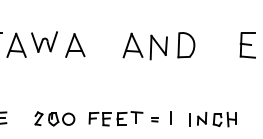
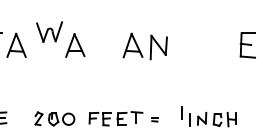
part at (44, 41) position: (44, 41) -> (49, 31)
part at (186, 45): present -> none
line at (170, 117) position: (170, 117) -> (181, 112)
